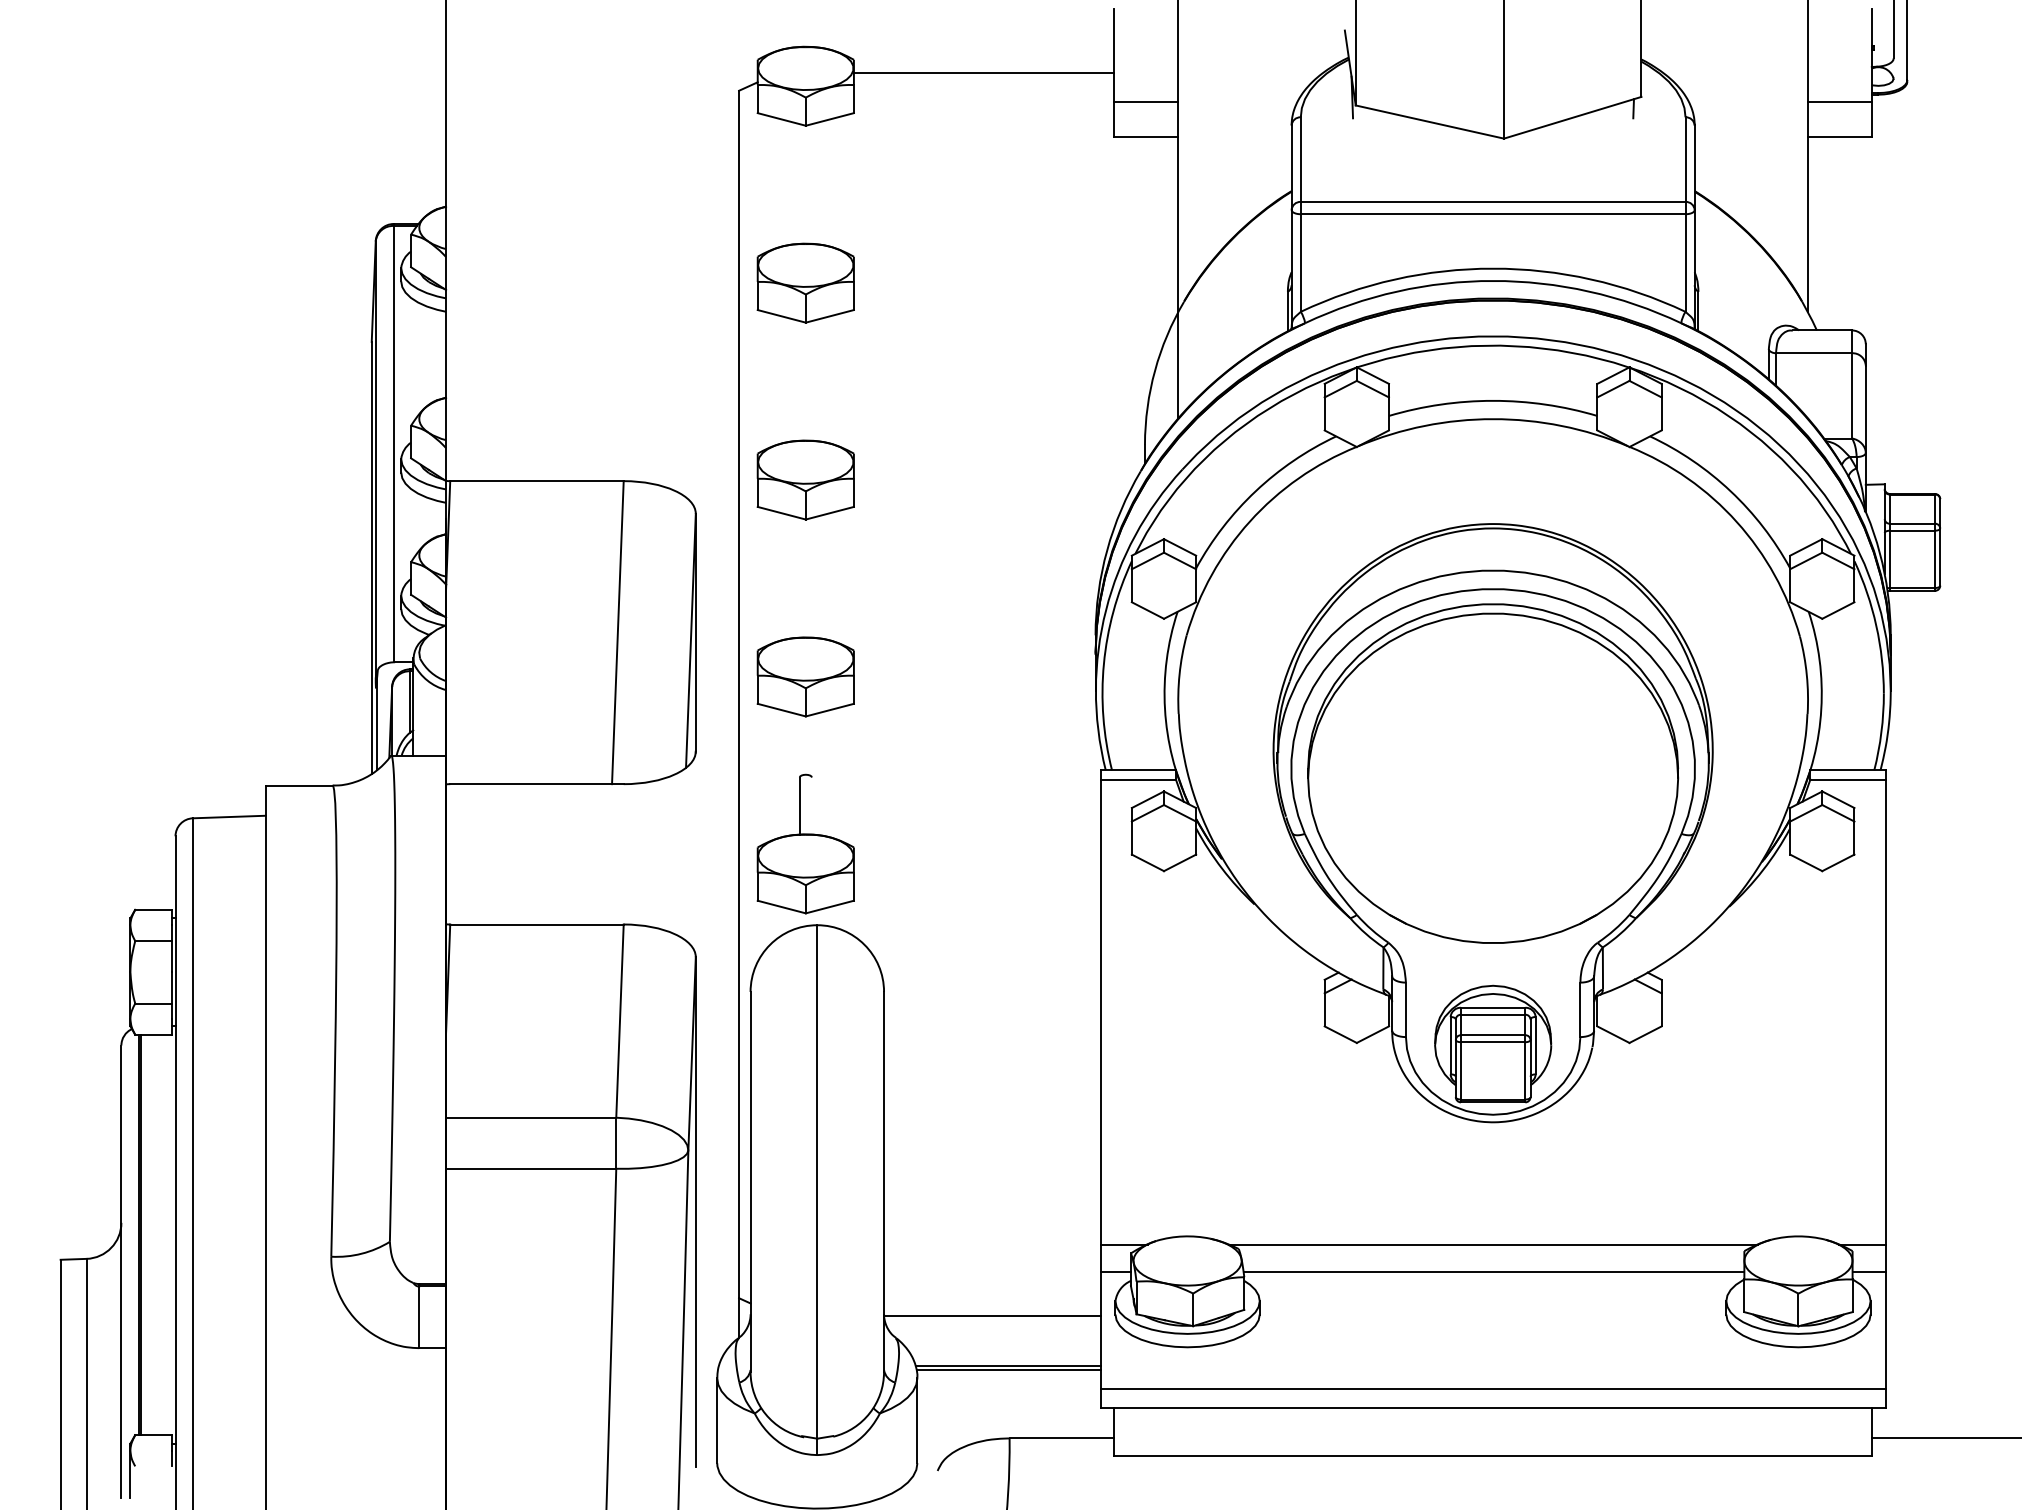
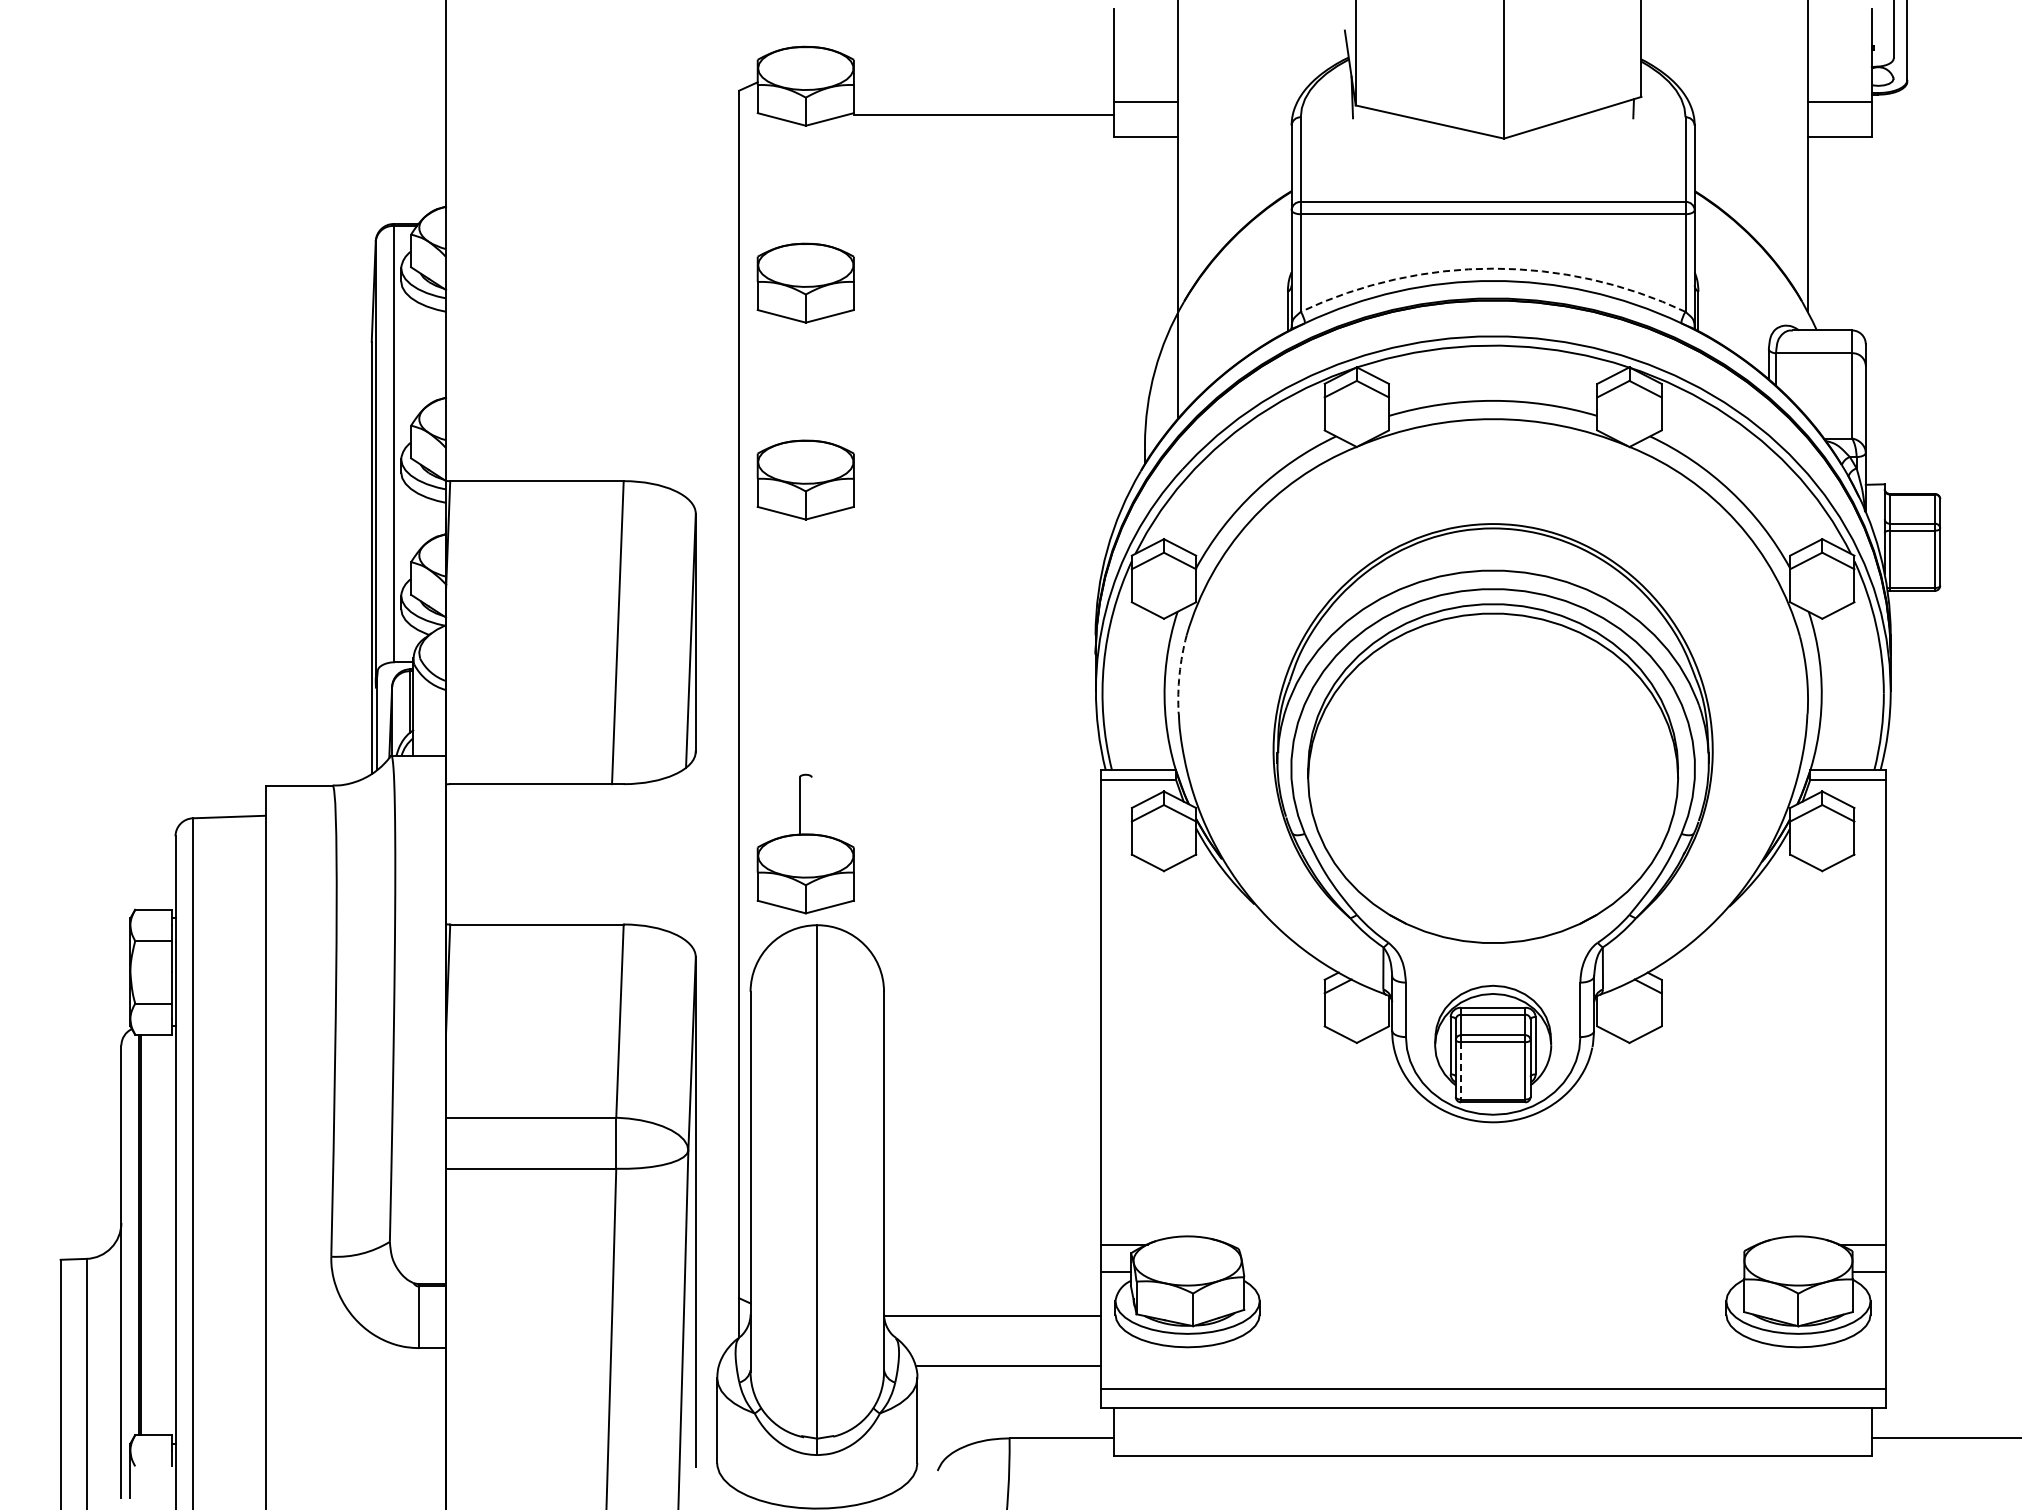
line at (983, 73) position: (983, 73) -> (983, 115)
arc at (1493, 268): solid -> dashed
arc at (1179, 674): solid -> dashed
part at (805, 676): present -> none
line at (1460, 1070): solid -> dashed
line at (1492, 1244): present -> none
line at (1493, 1272): present -> none
line at (1008, 1369): present -> none
